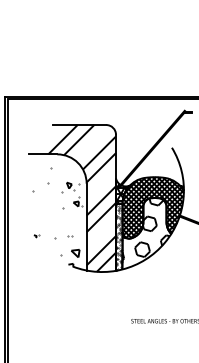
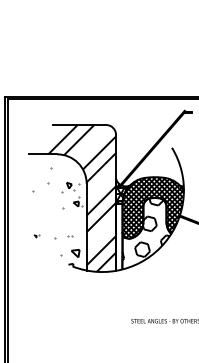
hatch at (119, 237): present -> none
